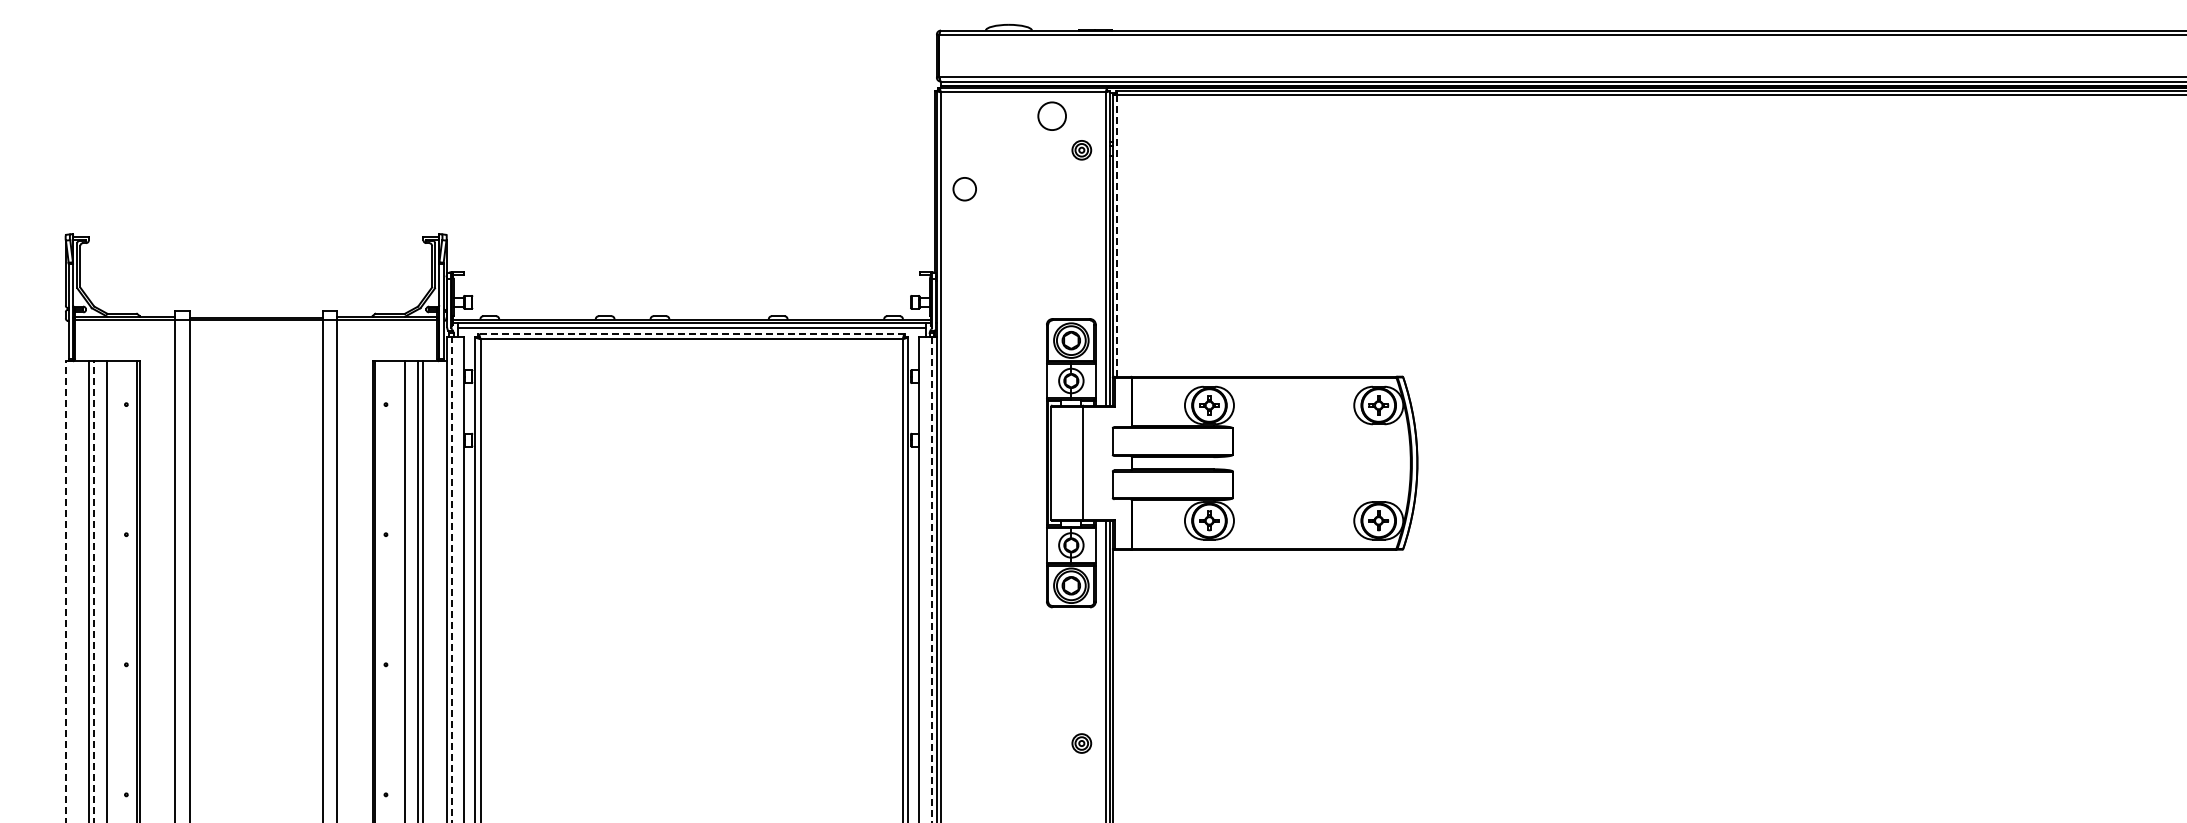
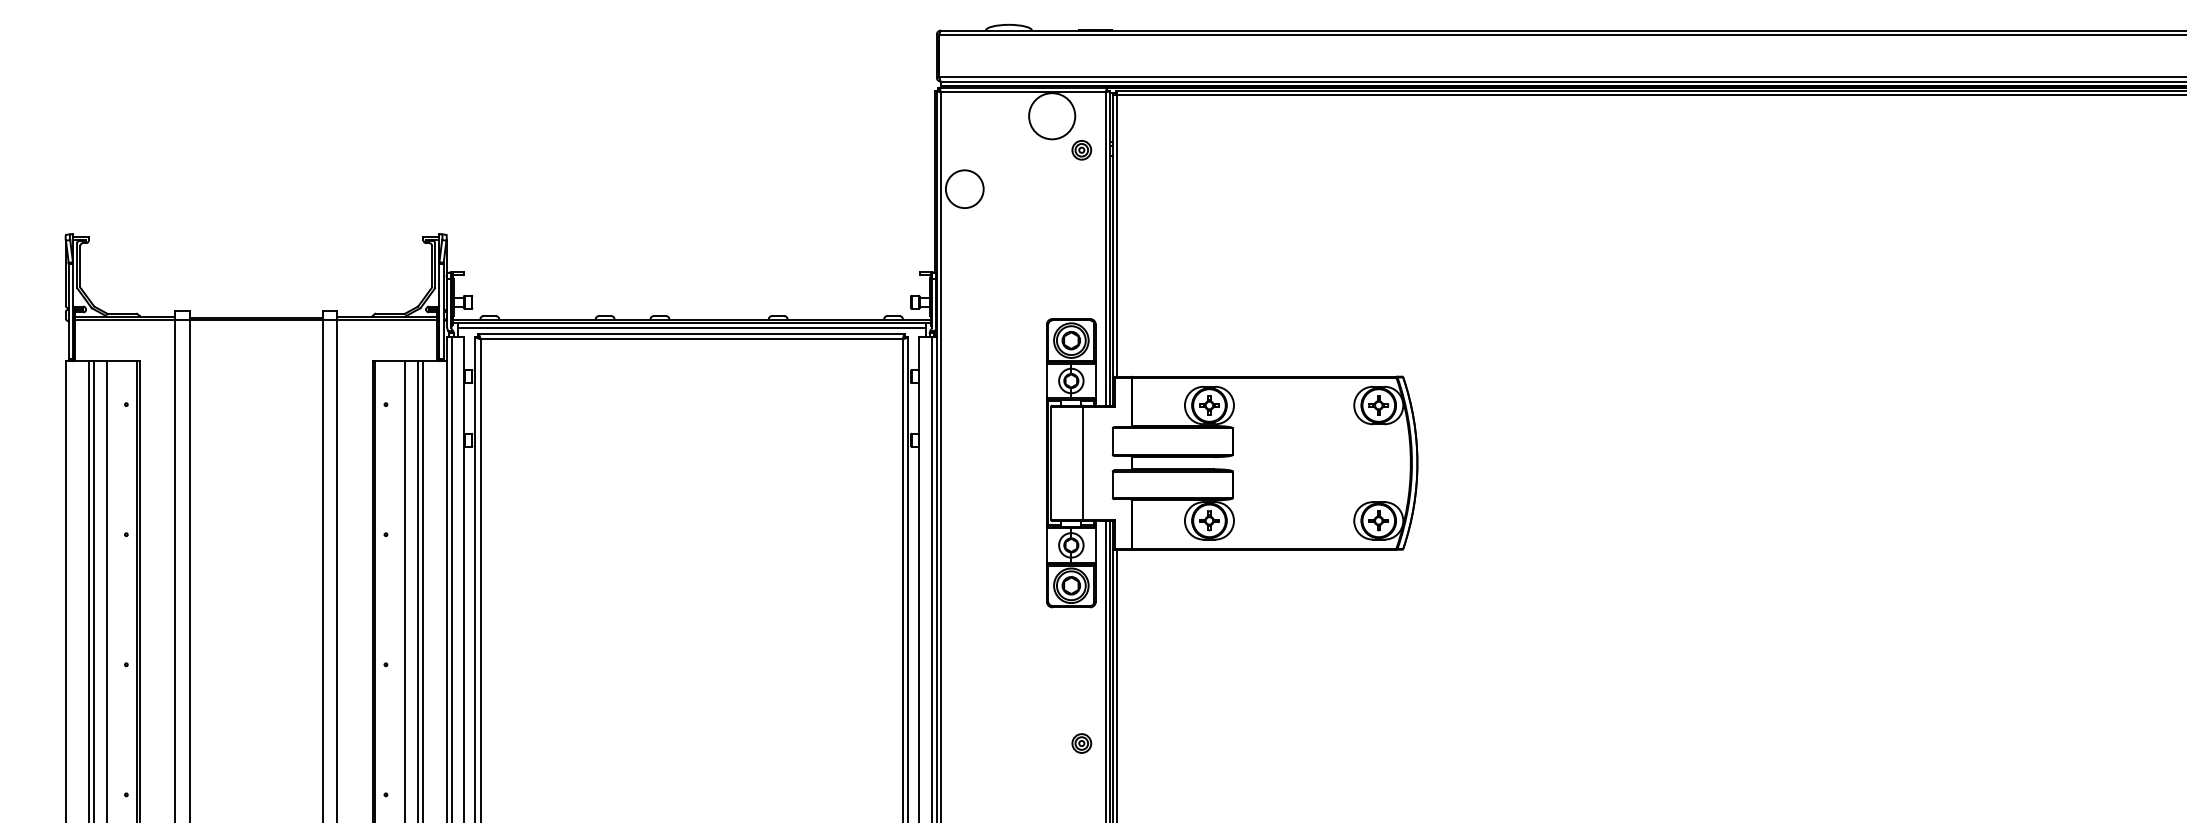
circle at (1052, 116) diameter: 28 px -> 46 px
circle at (964, 188) diameter: 23 px -> 38 px
line at (1117, 236): dashed -> solid
line at (691, 334): dashed -> solid
line at (451, 579): dashed -> solid
line at (931, 579): dashed -> solid
line at (65, 591): dashed -> solid
line at (94, 591): dashed -> solid
line at (1117, 684): none -> present
